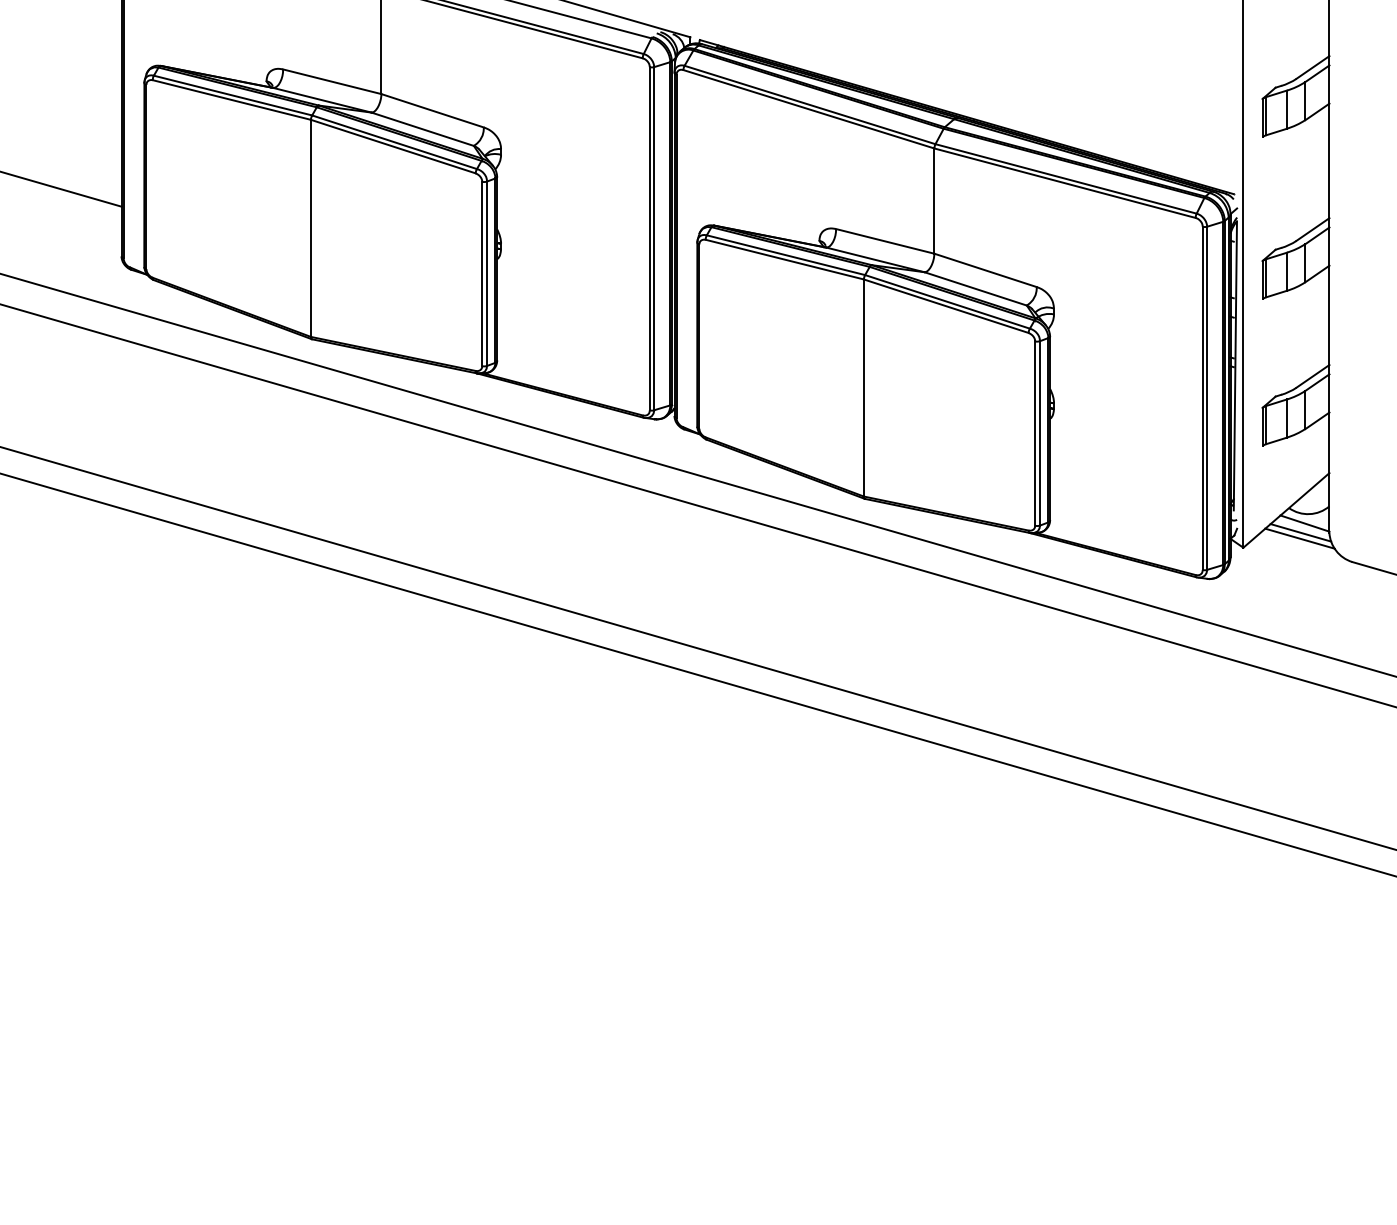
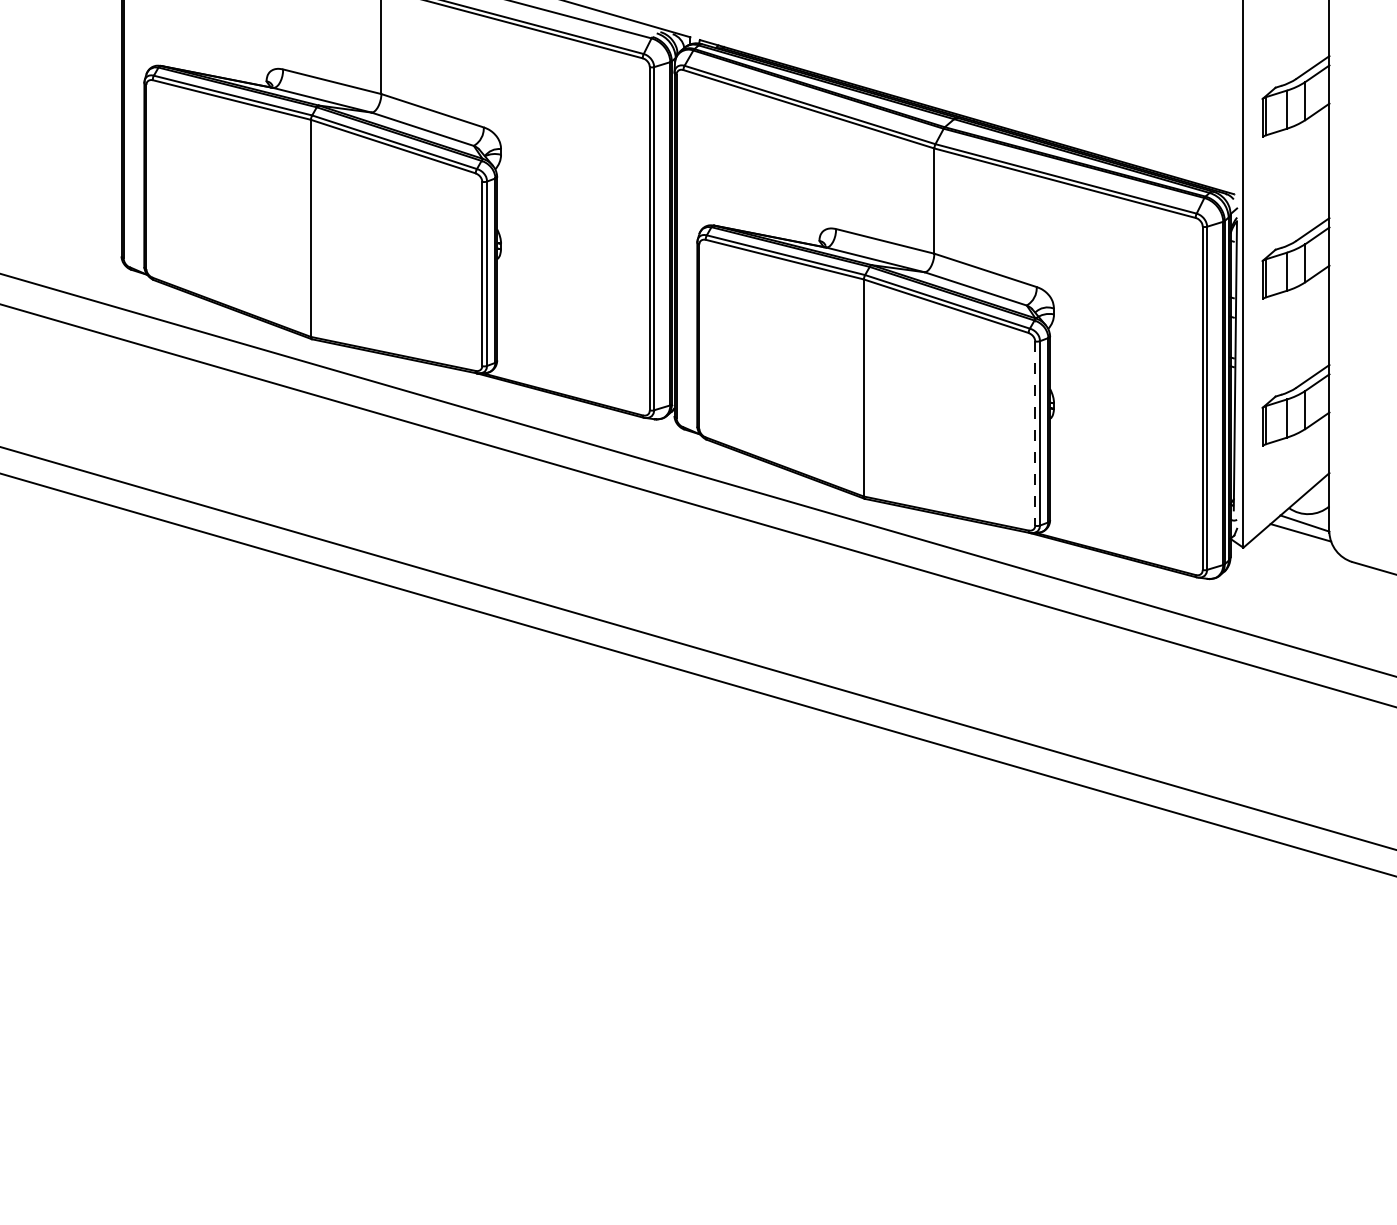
line at (61, 189): present -> none
line at (1035, 434): solid -> dashed
line at (1299, 538): present -> none
